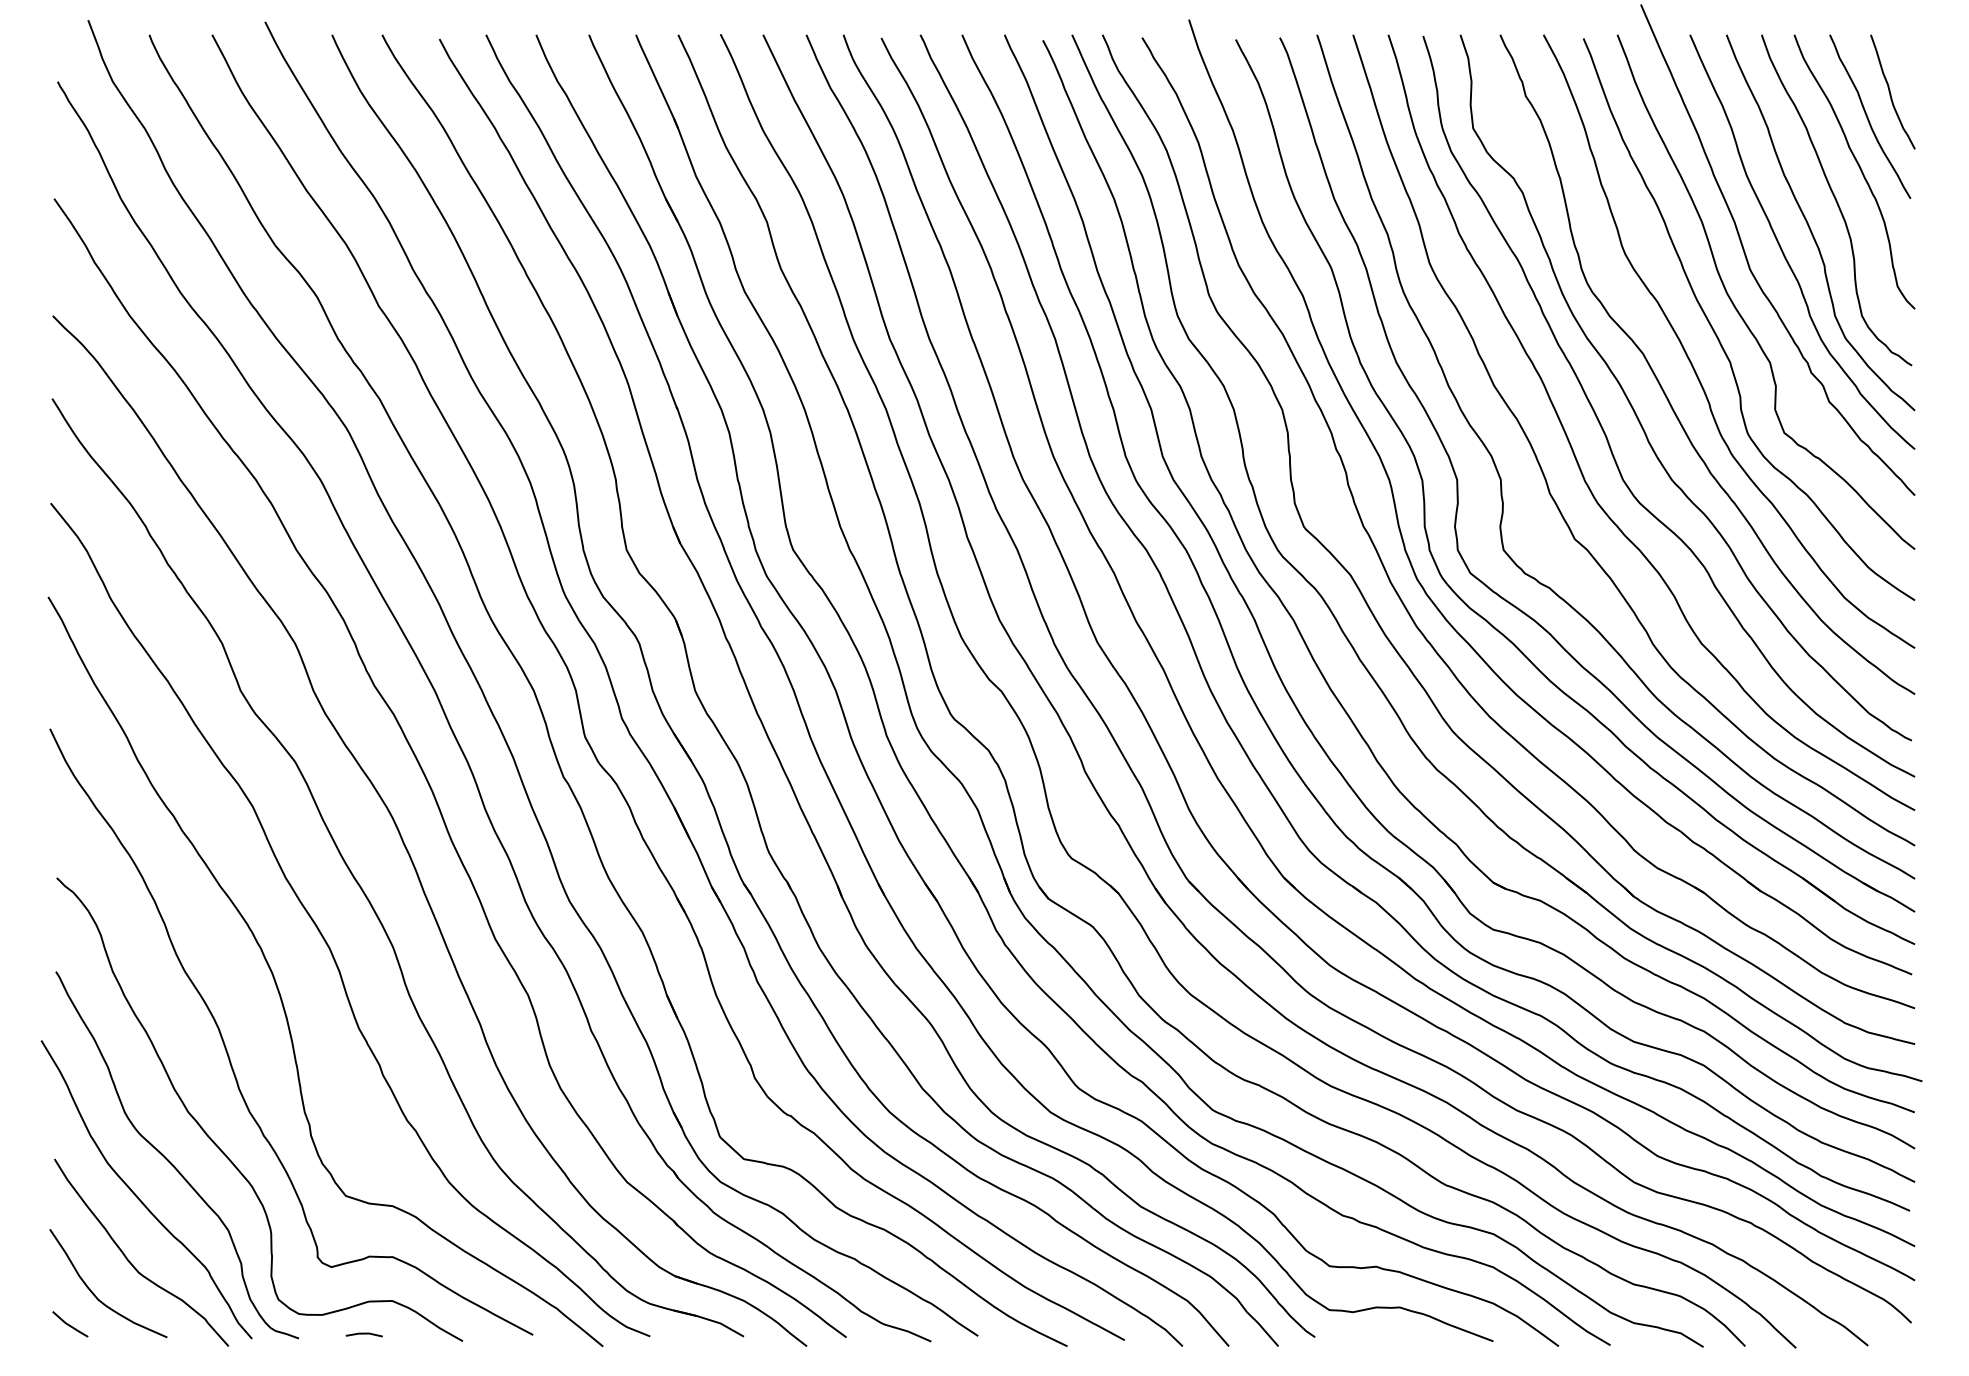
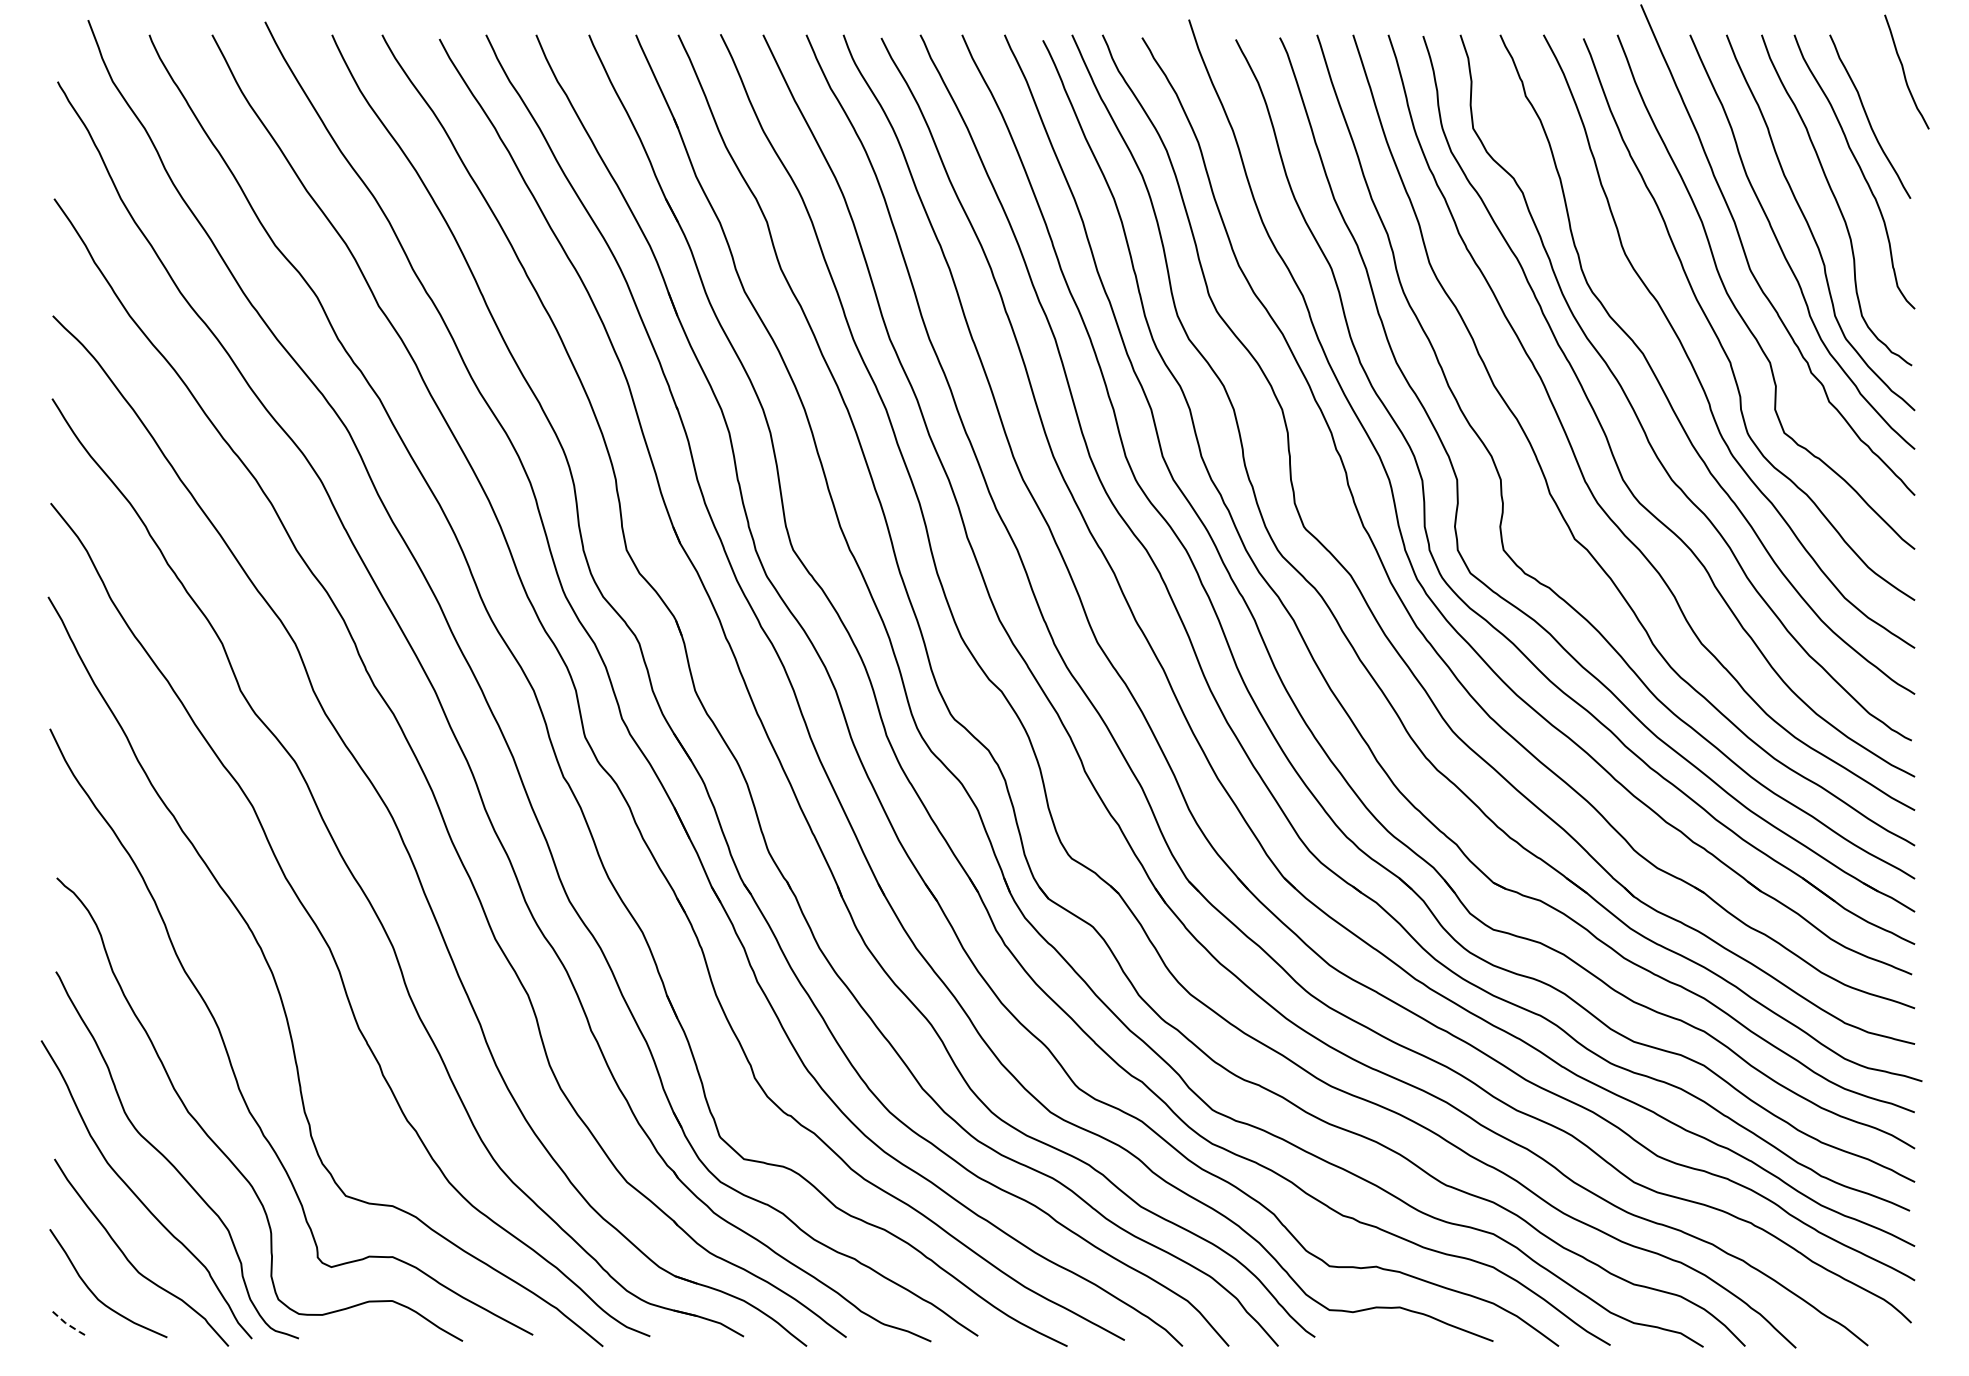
curve at (1890, 91) position: (1890, 91) -> (1904, 71)
line at (69, 1325): solid -> dashed
line at (363, 1334): present -> none
